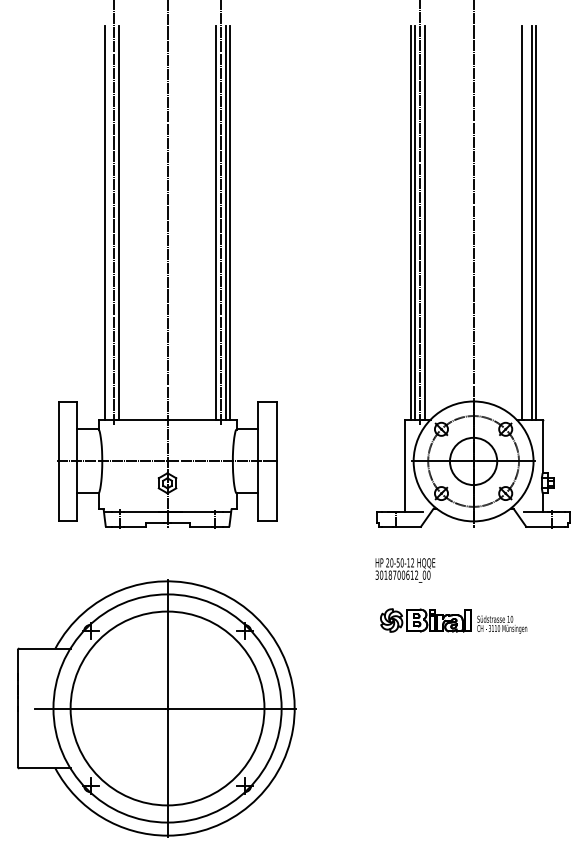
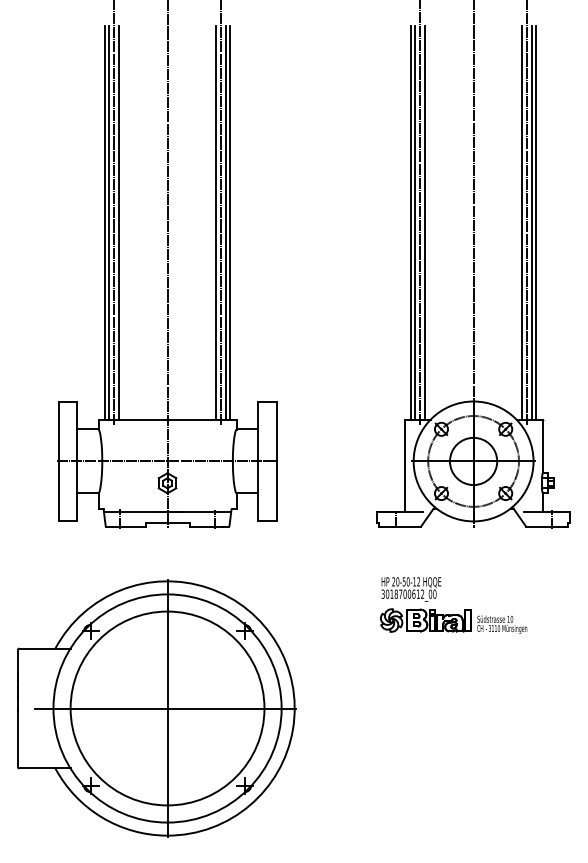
line at (527, 213): none -> present
line at (109, 222): none -> present
text at (405, 570) position: (405, 570) -> (411, 589)
